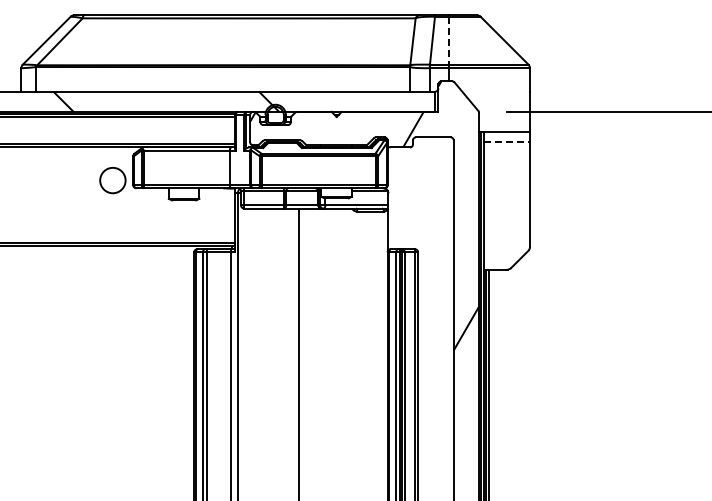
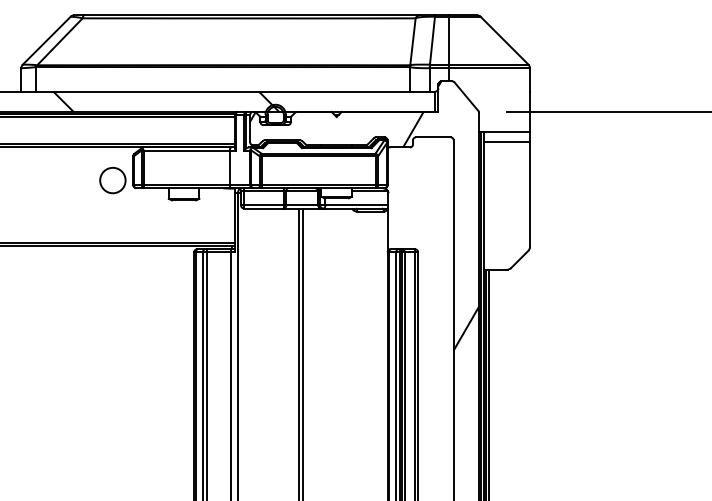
line at (448, 40): dashed -> solid
line at (507, 142): dashed -> solid
line at (302, 352): none -> present
